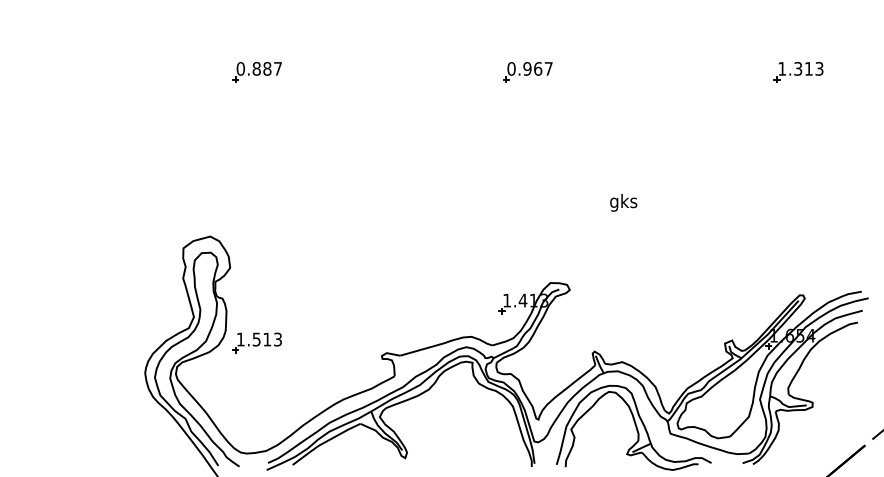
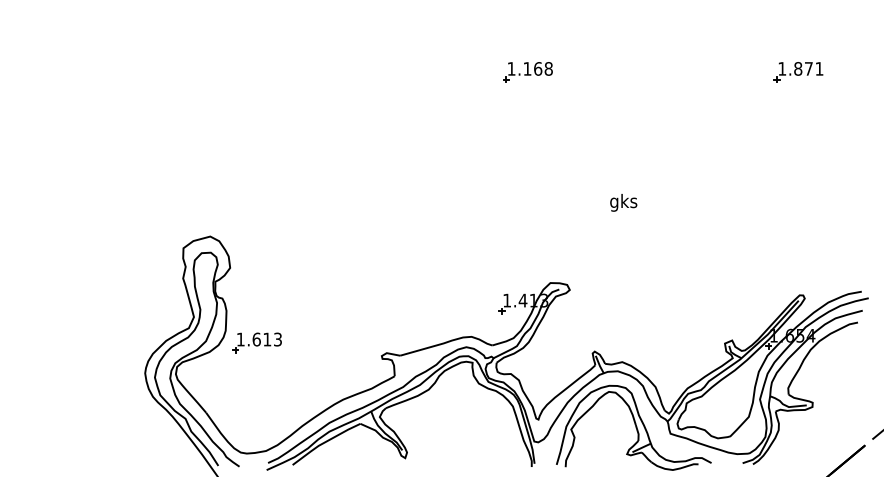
text at (529, 68): 0.967 -> 1.168
text at (808, 68): 1.313 -> 1.871
part at (256, 72): present -> none
text at (256, 339): 1.513 -> 1.613
